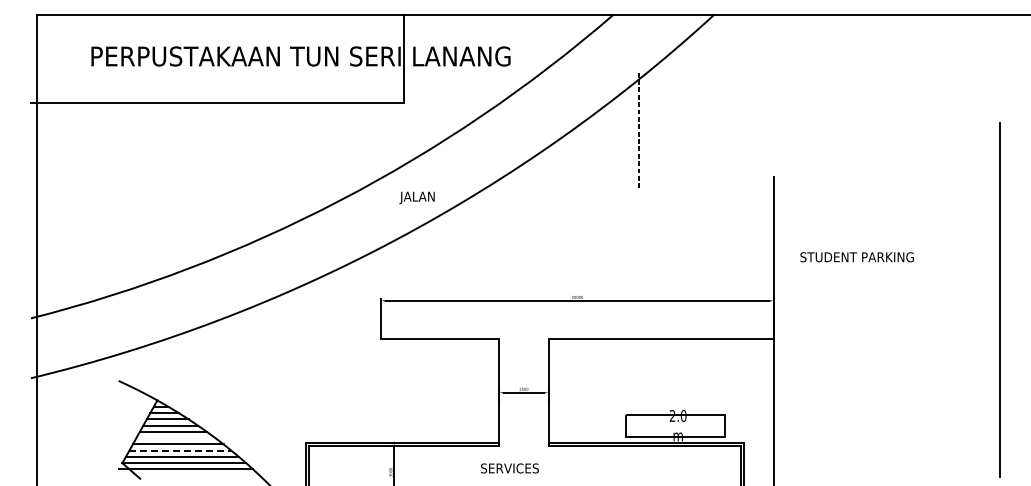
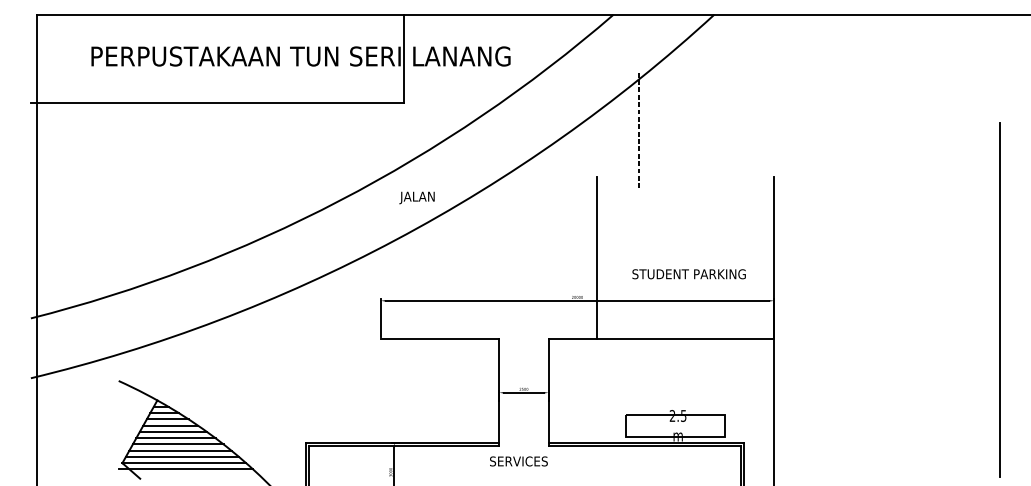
line at (597, 257): none -> present
text at (856, 257) position: (856, 257) -> (688, 274)
text at (683, 415): 2.0 -> 2.5
line at (175, 438): none -> present
line at (180, 450): dashed -> solid
text at (509, 468) position: (509, 468) -> (518, 461)
